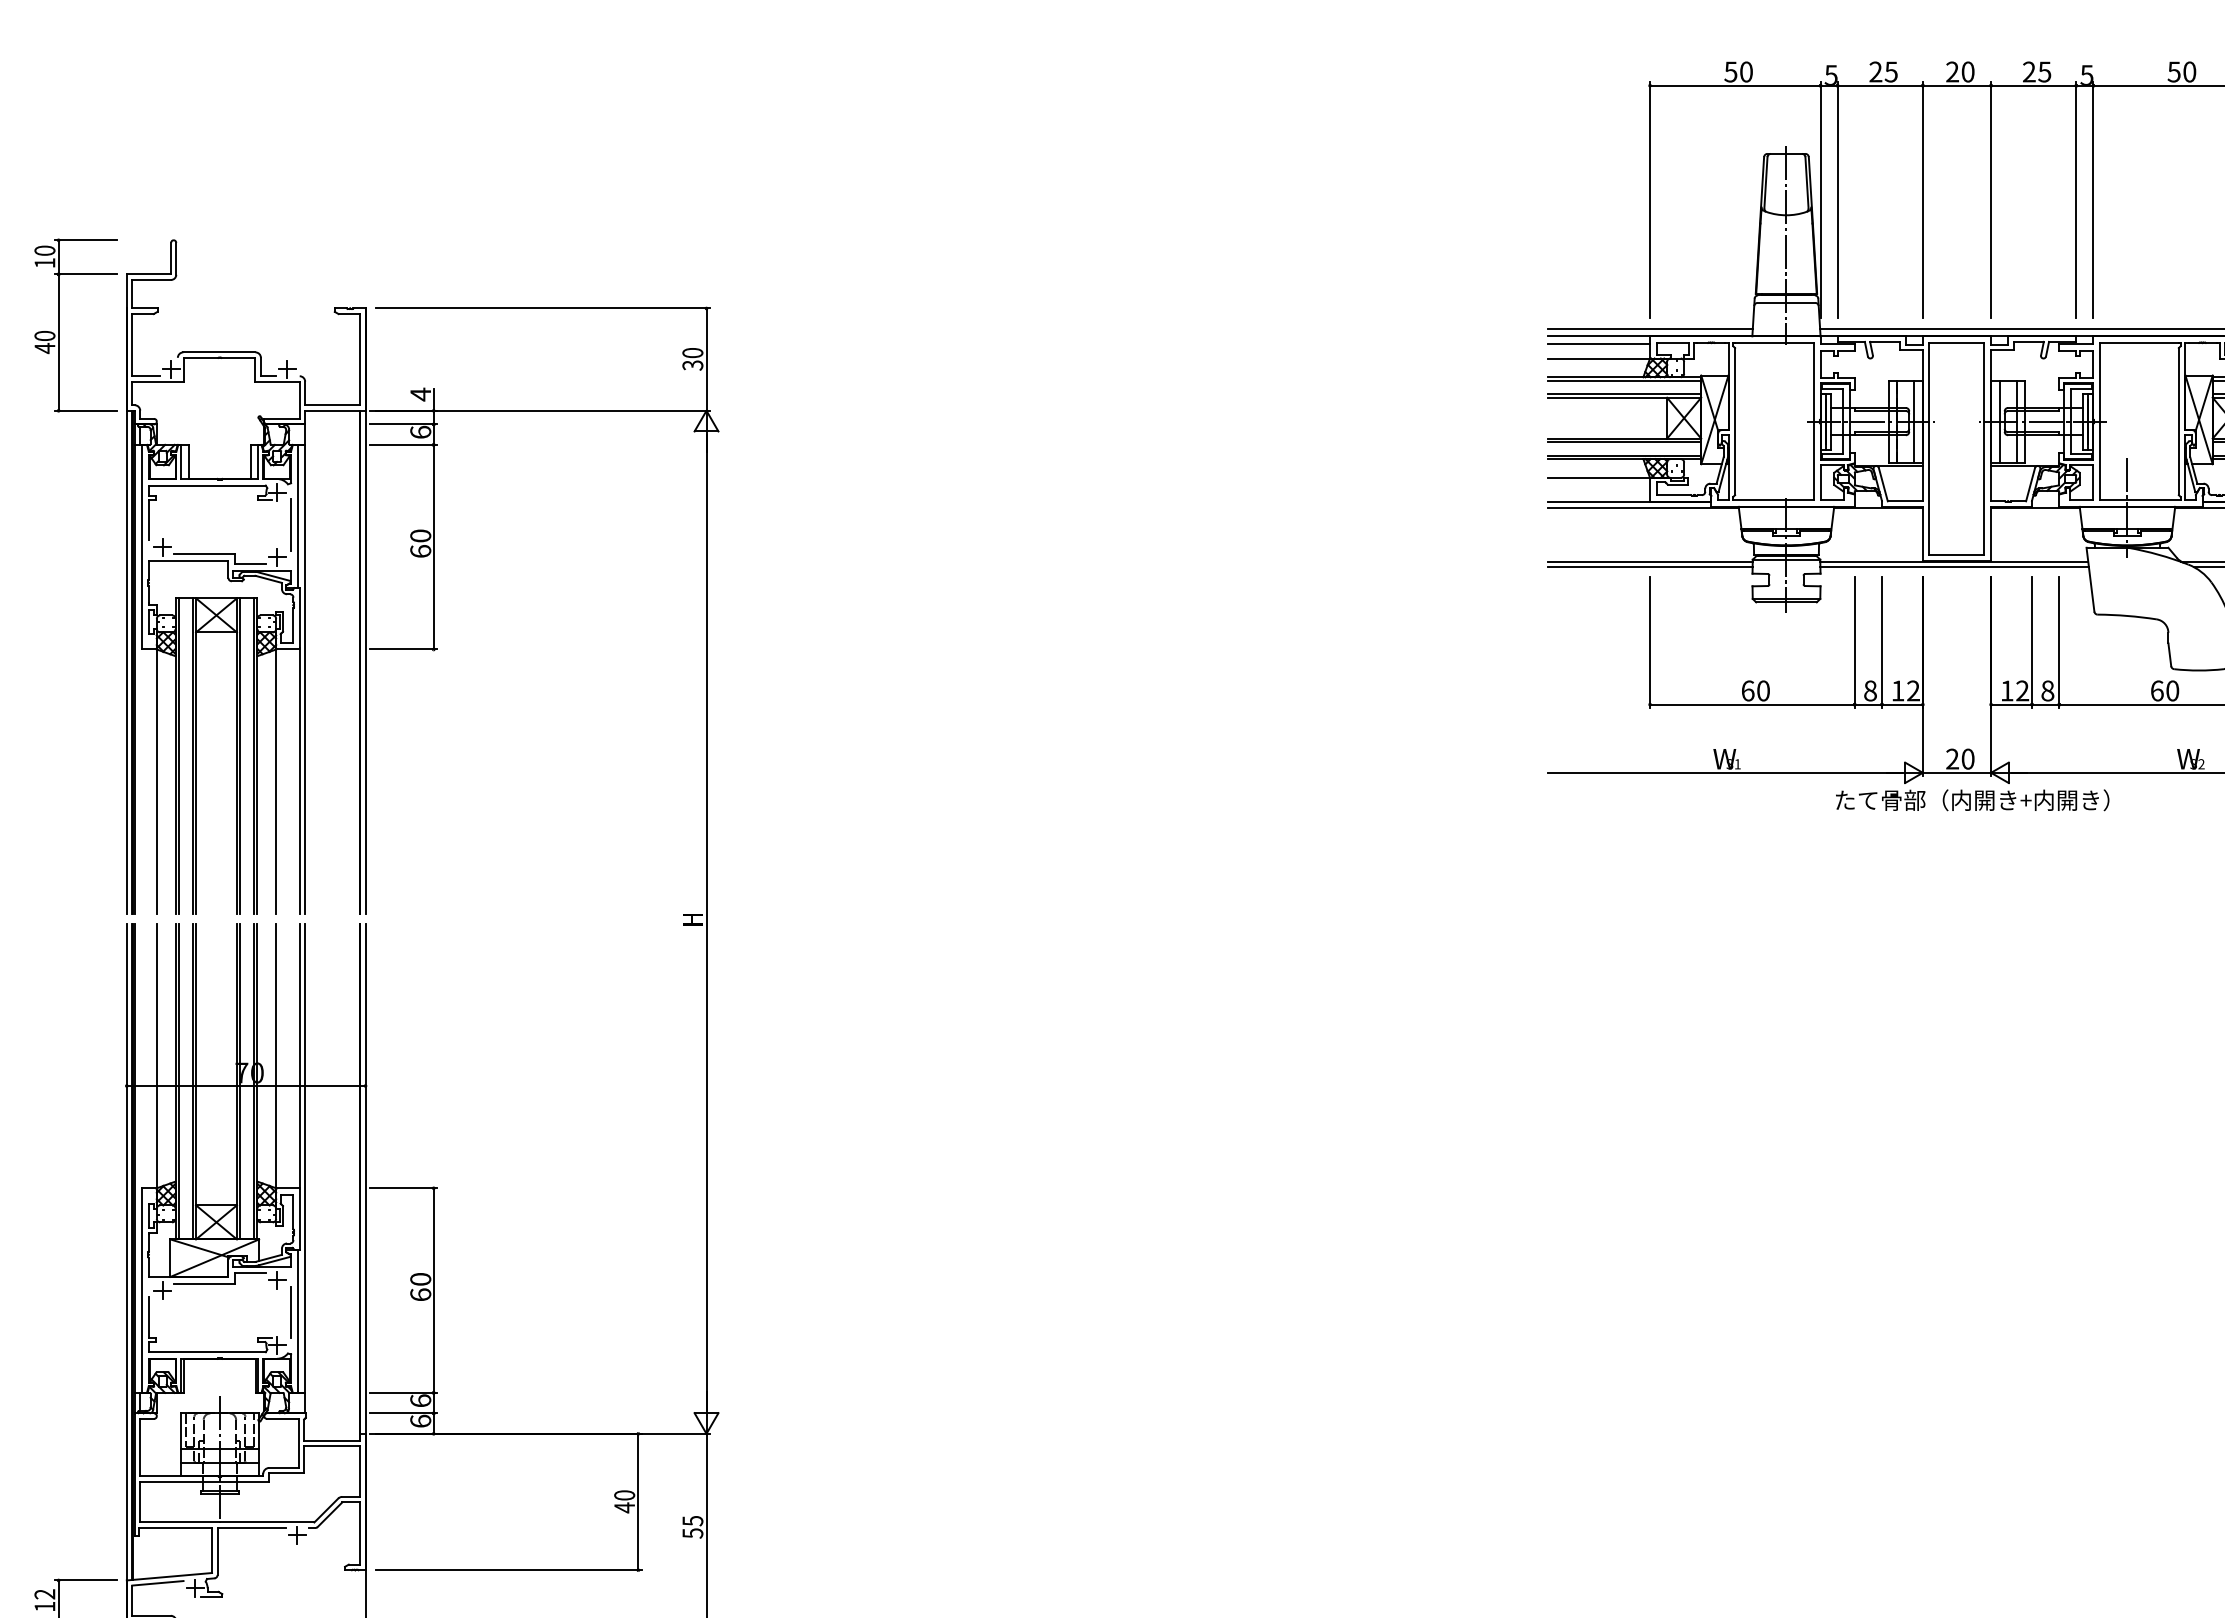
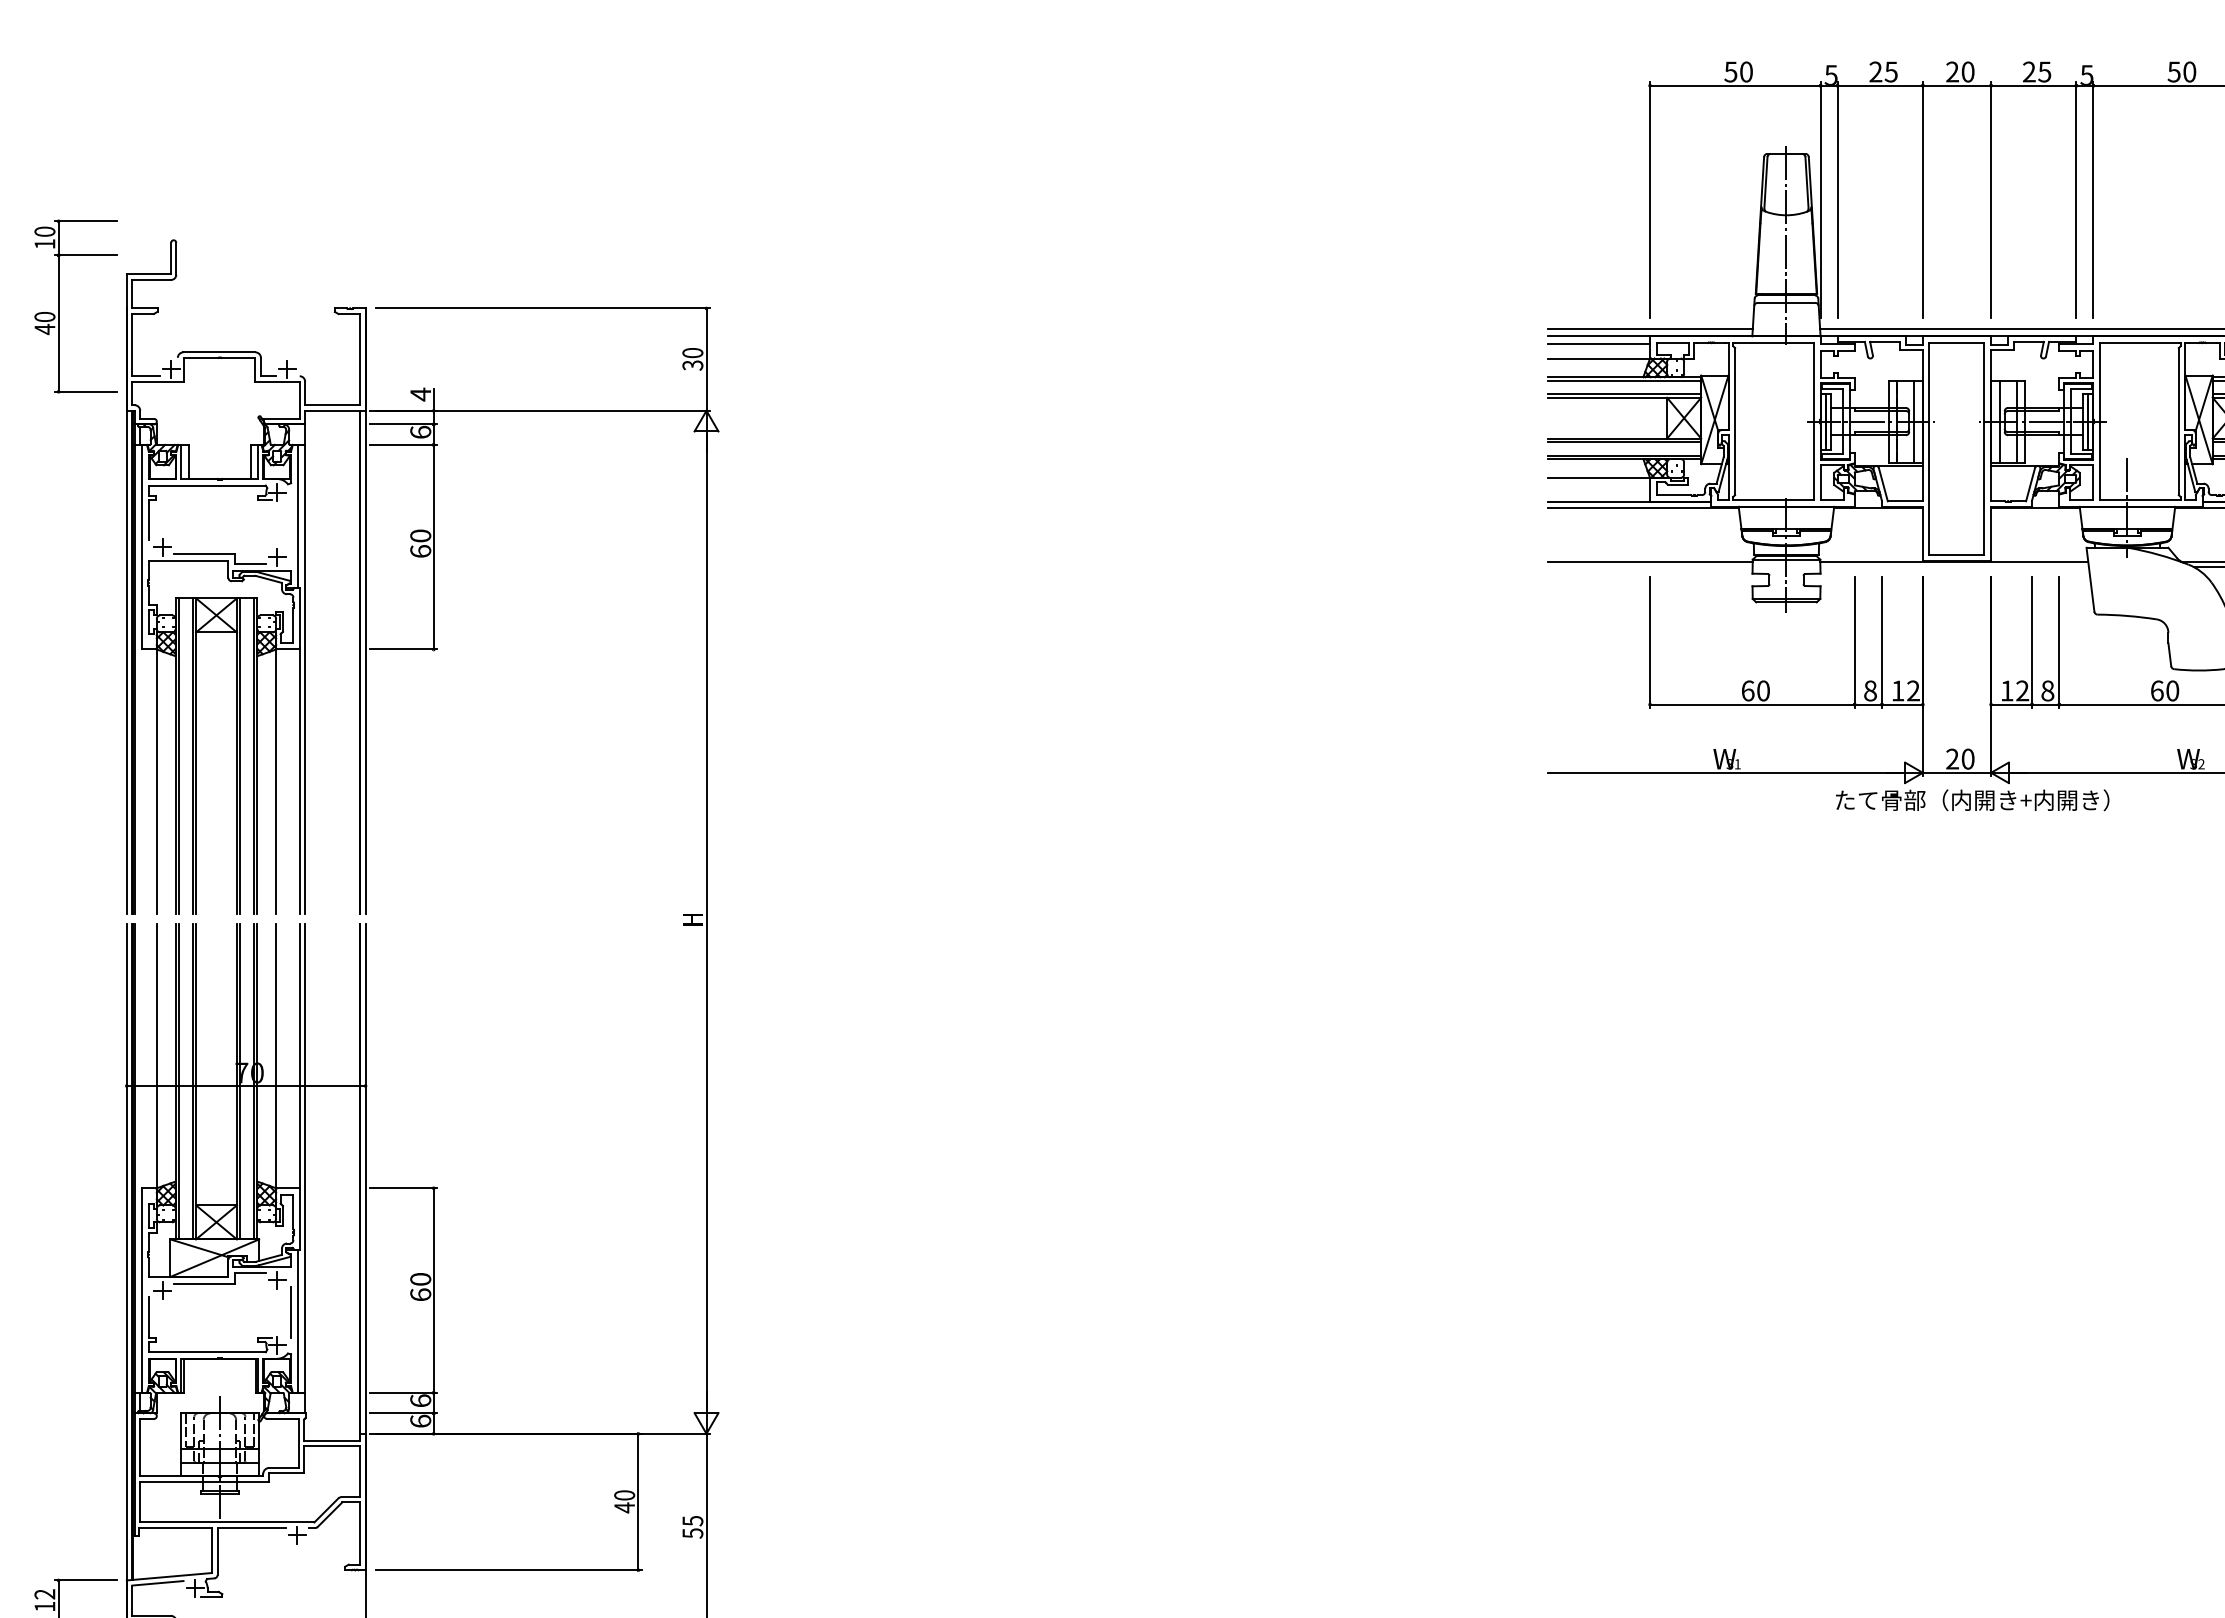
part at (59, 325) position: (59, 325) -> (59, 306)
line at (291, 524): present -> none
line at (1649, 567): present -> none
line at (1954, 567): present -> none
